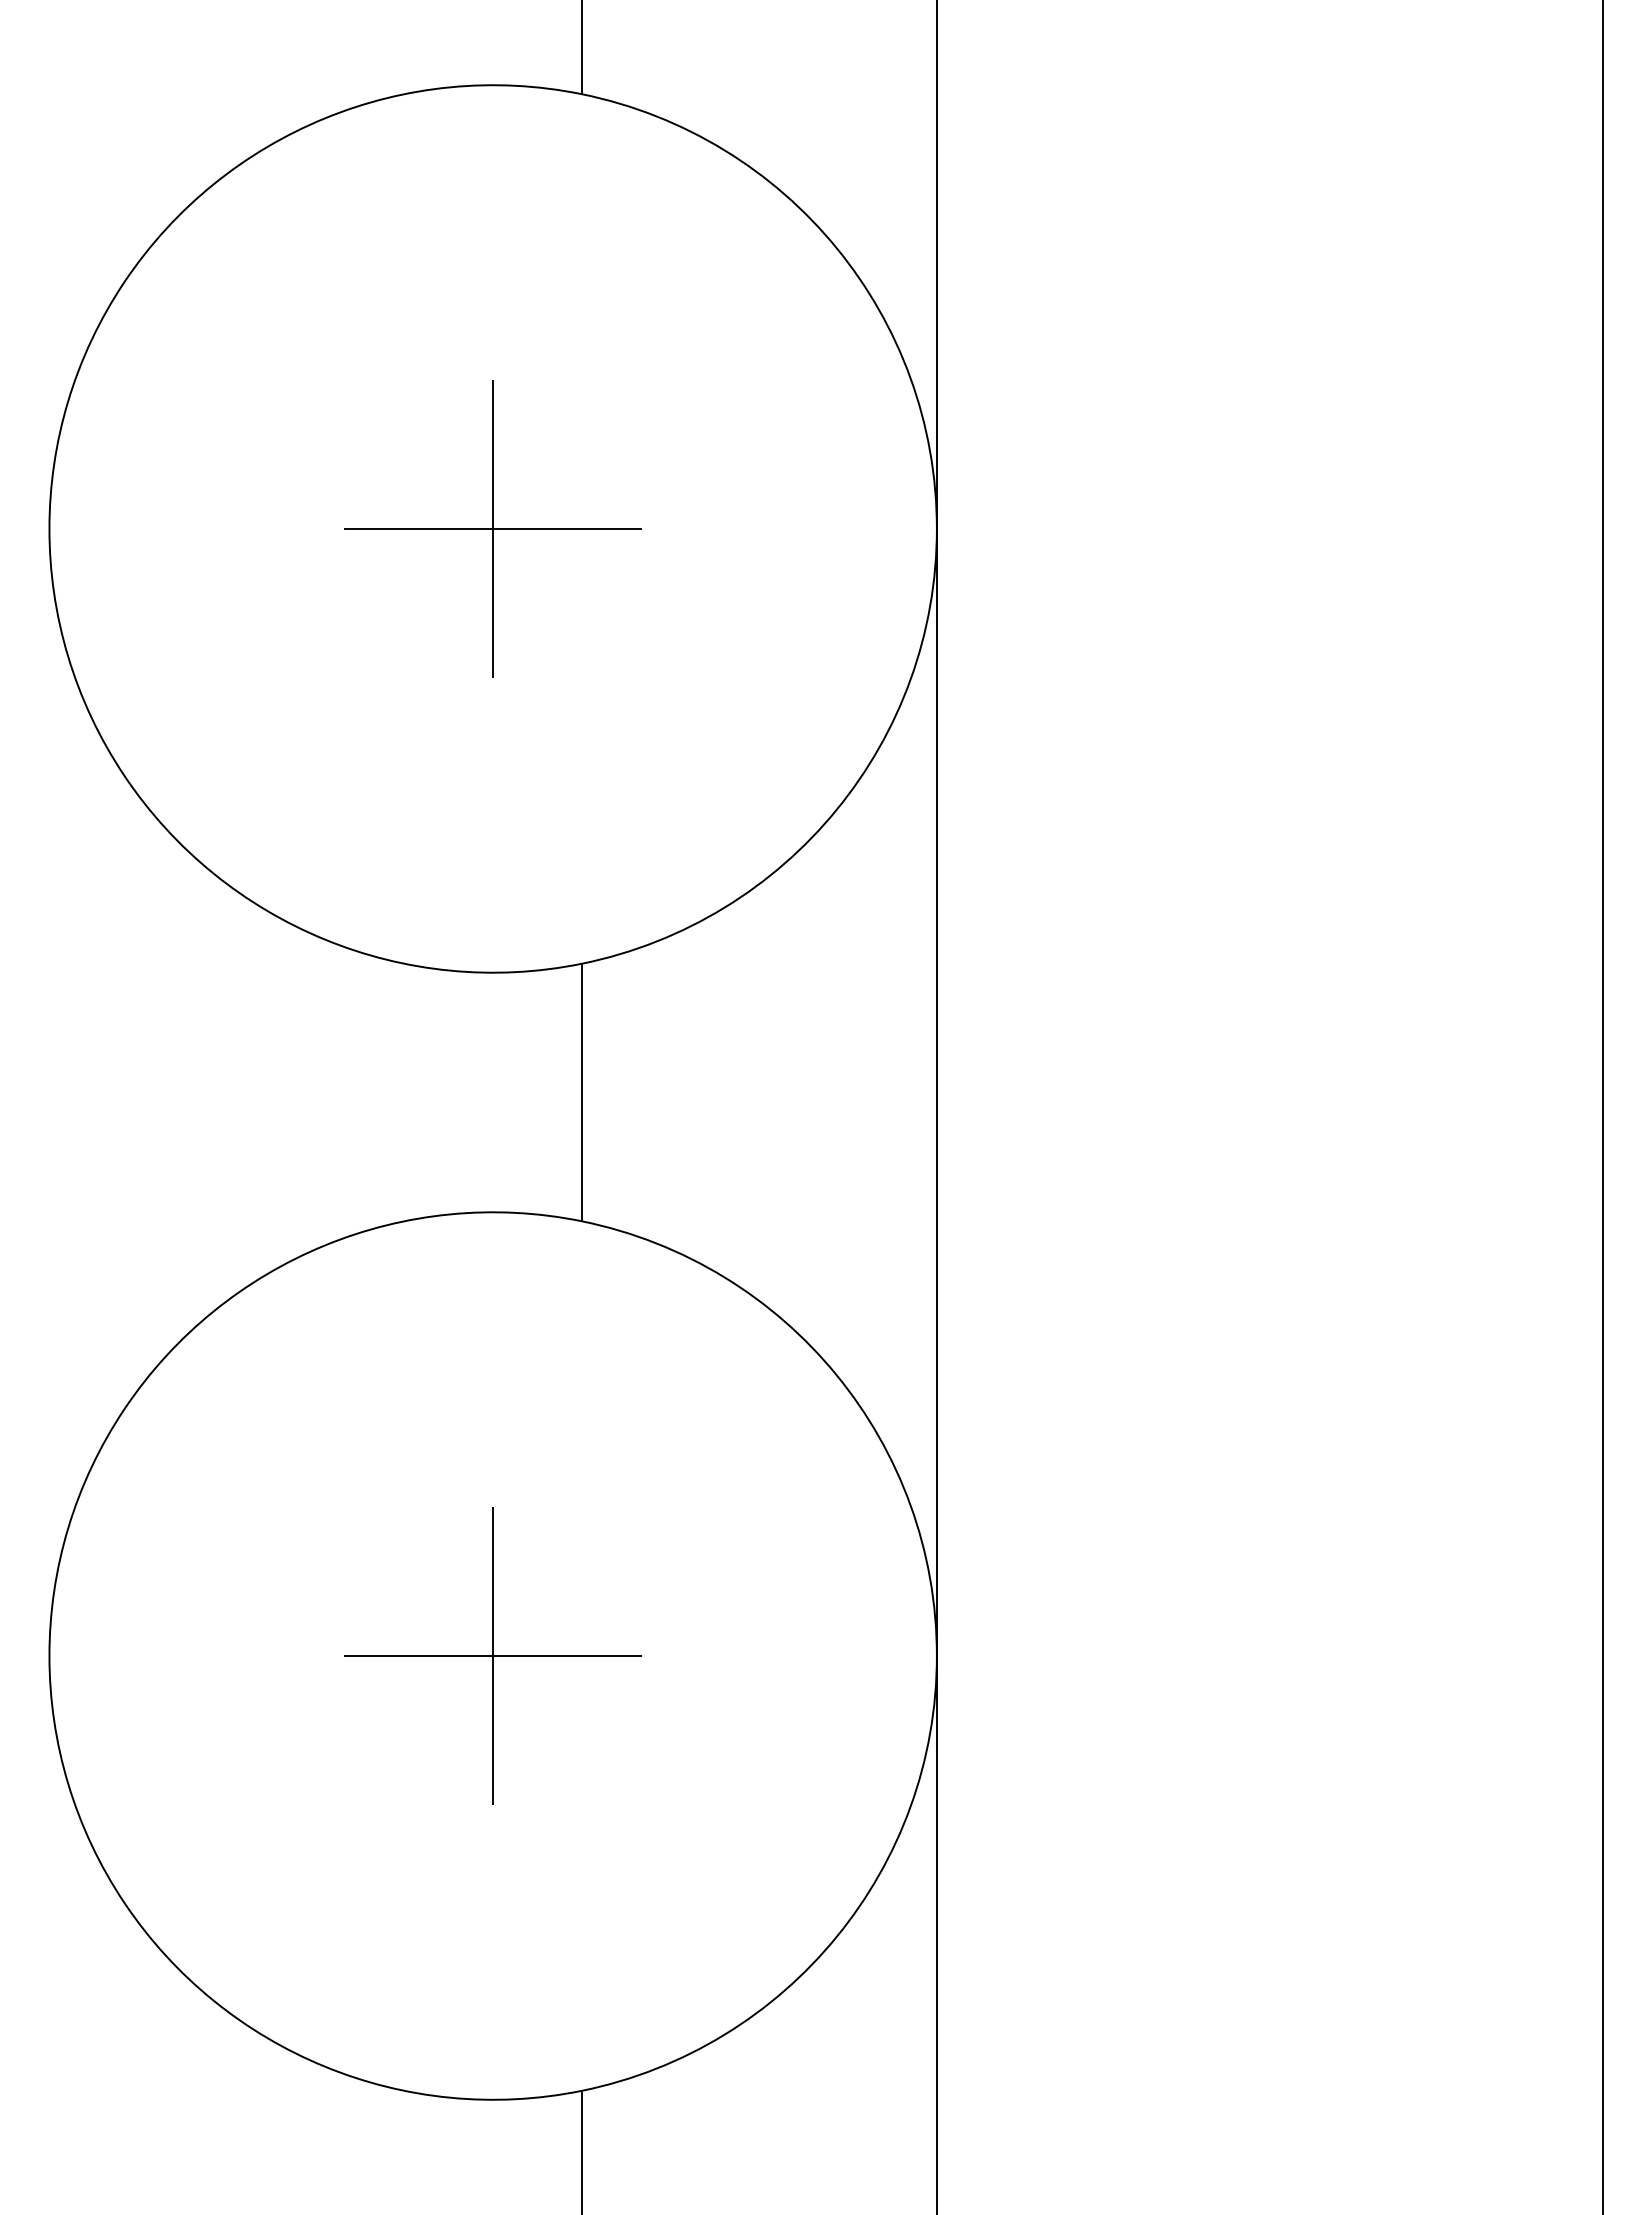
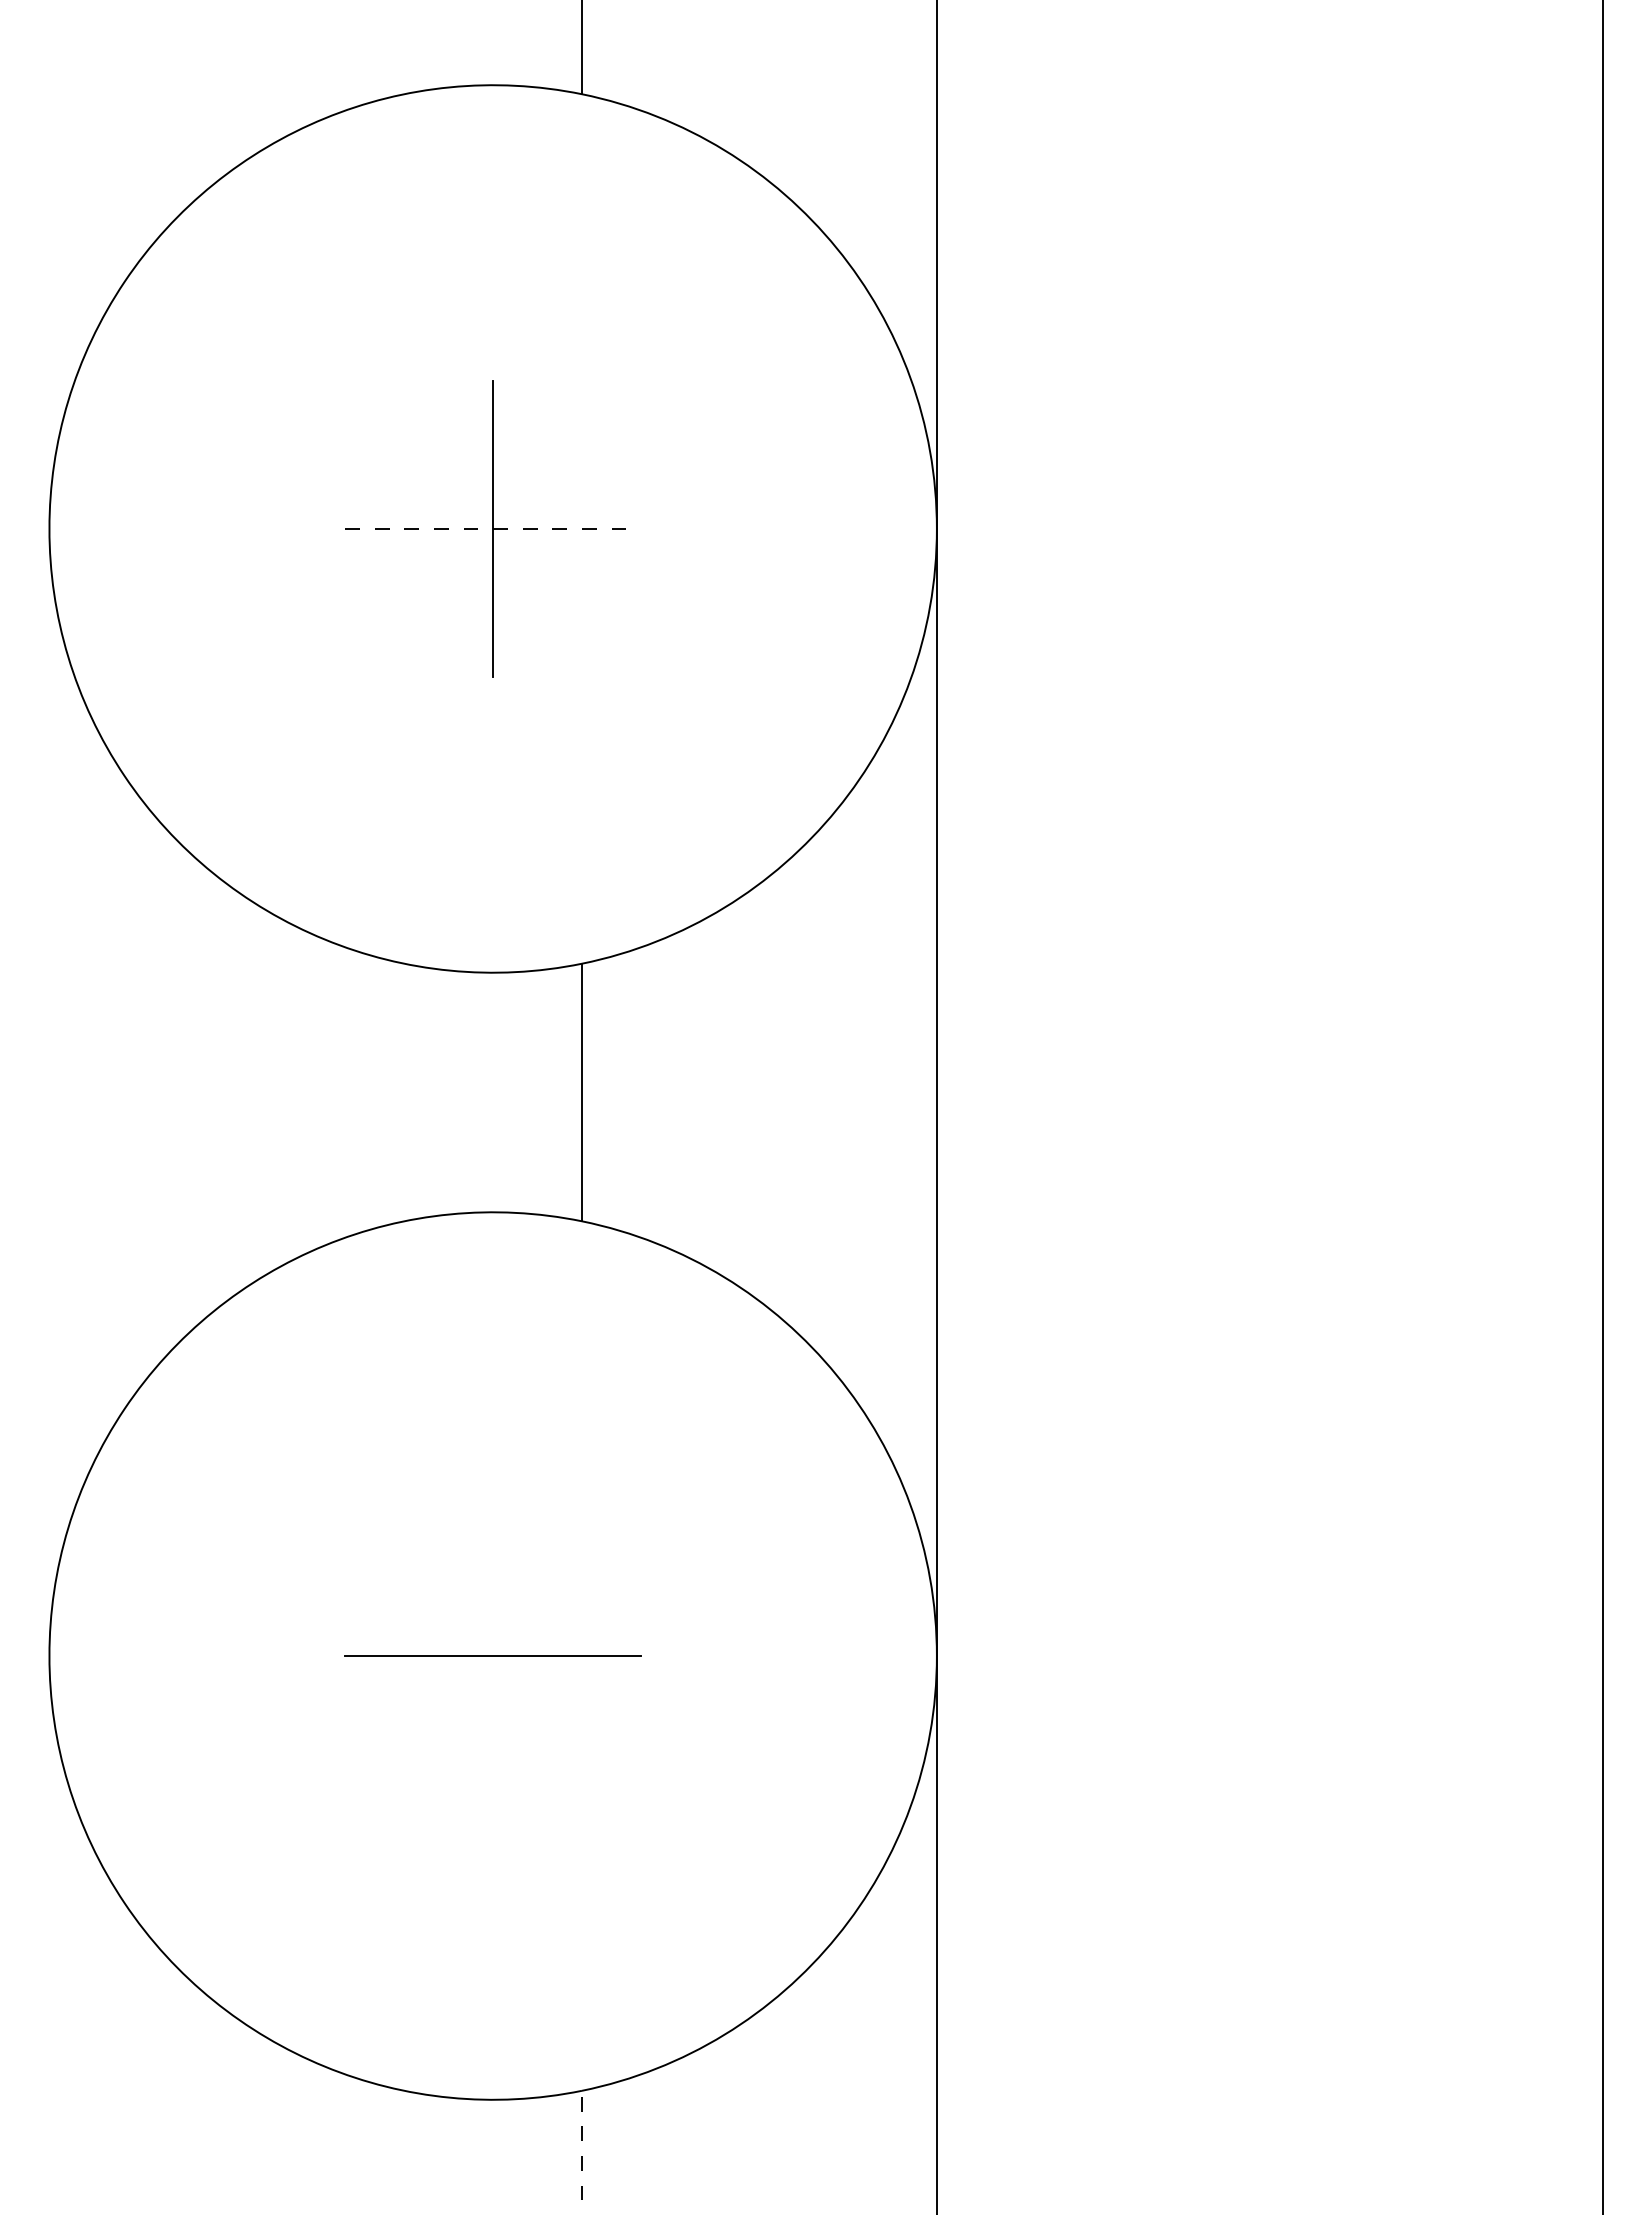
line at (493, 528): solid -> dashed
line at (493, 1655): present -> none
line at (581, 2152): solid -> dashed
